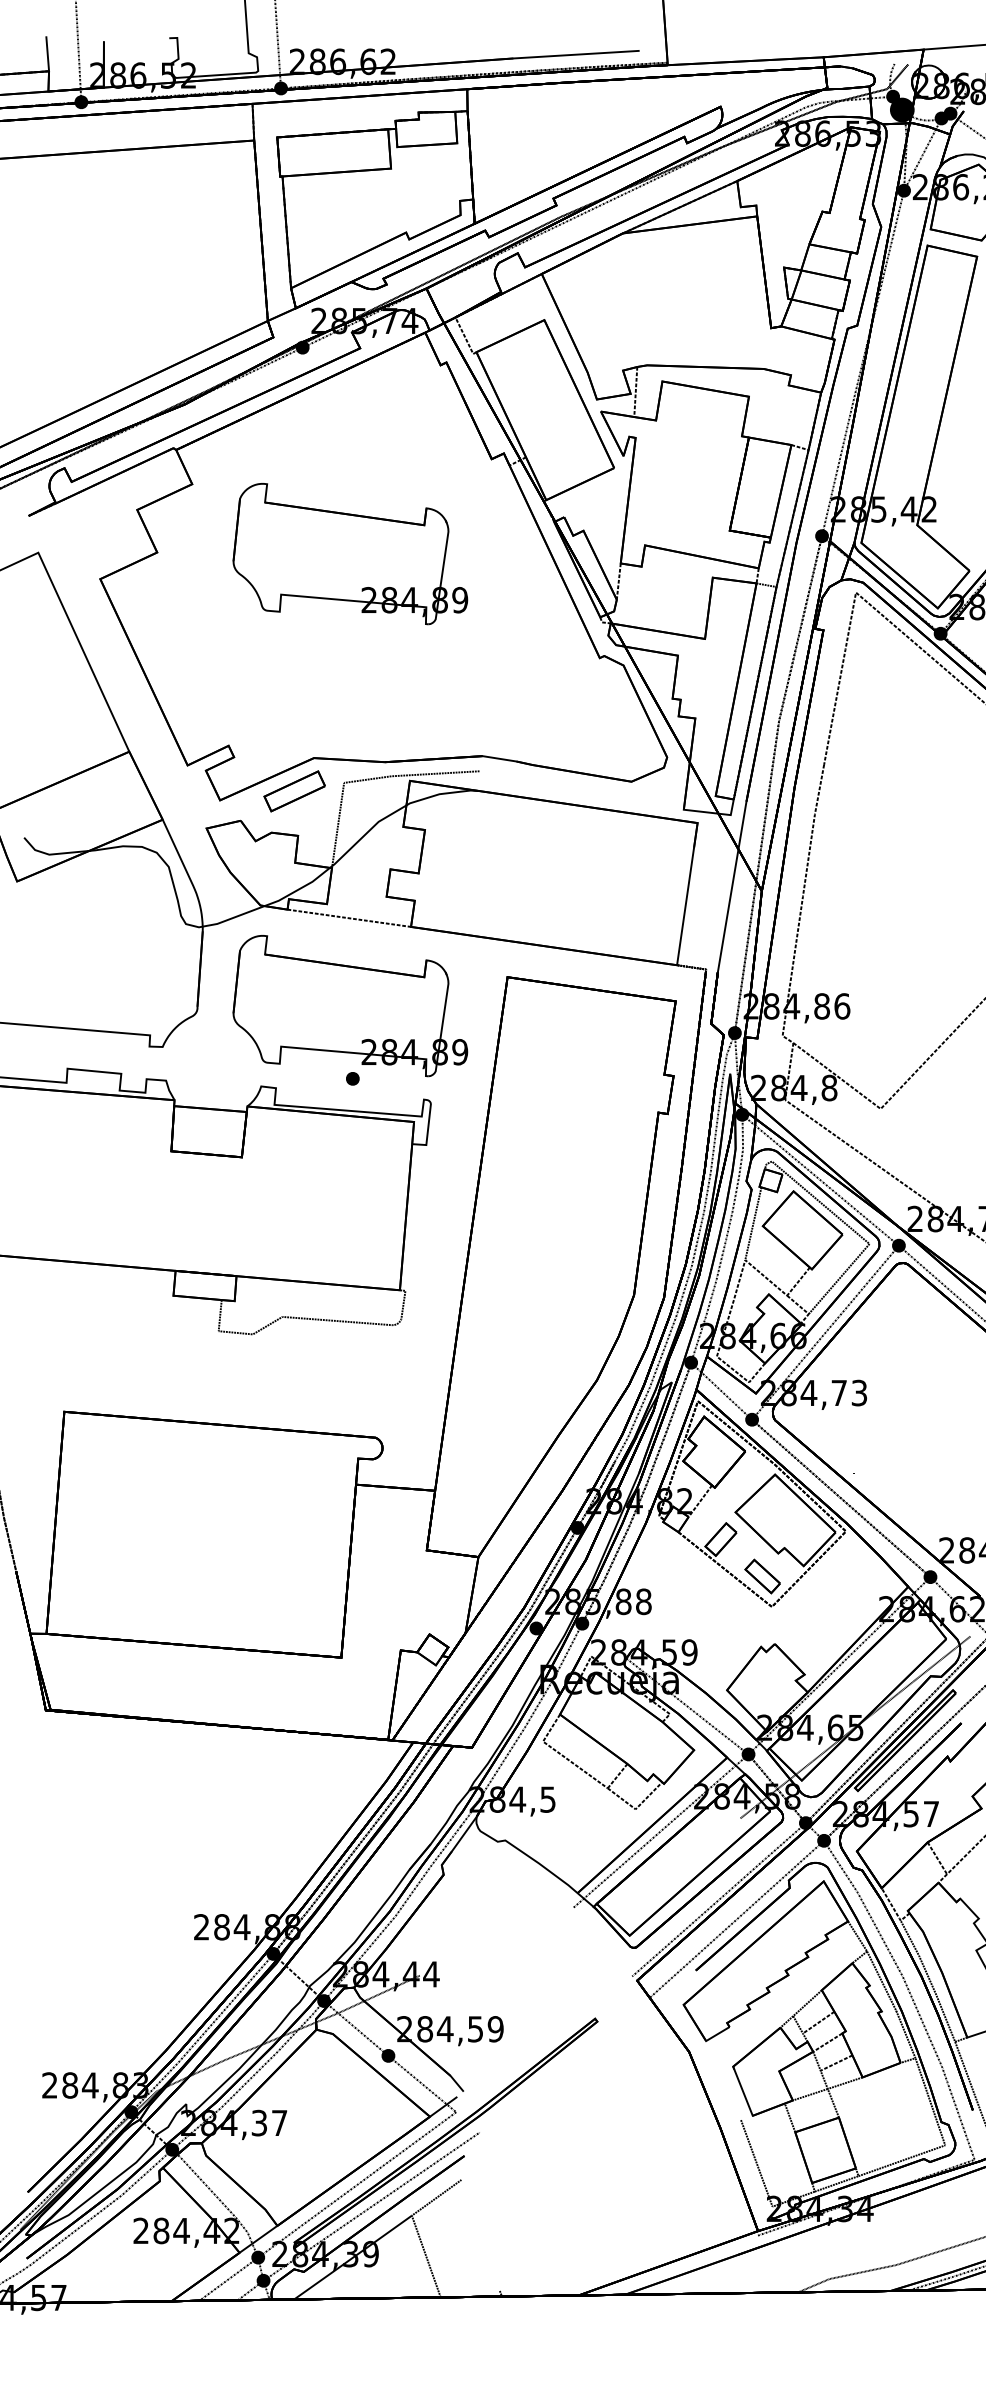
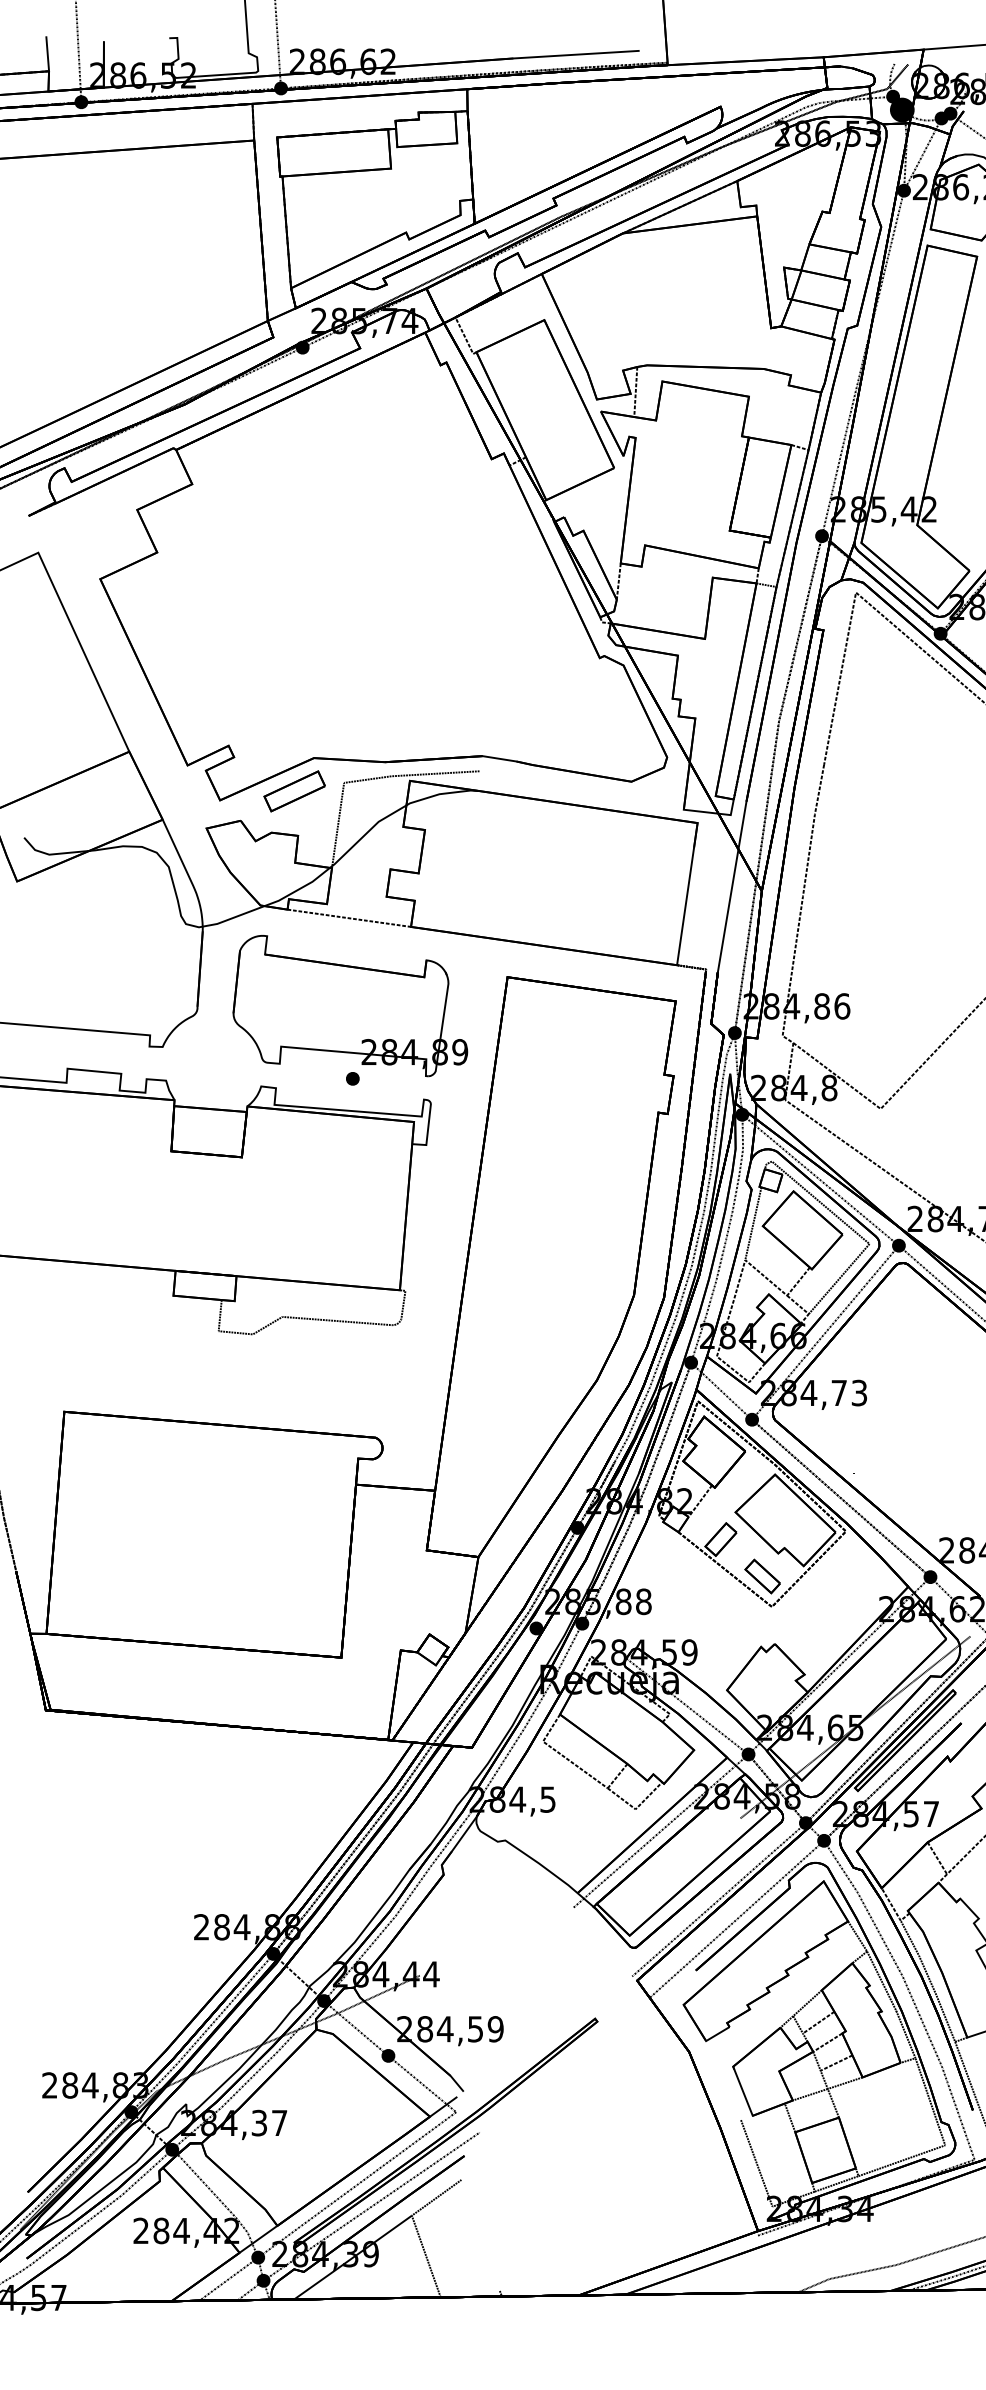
part at (350, 554): present -> none
